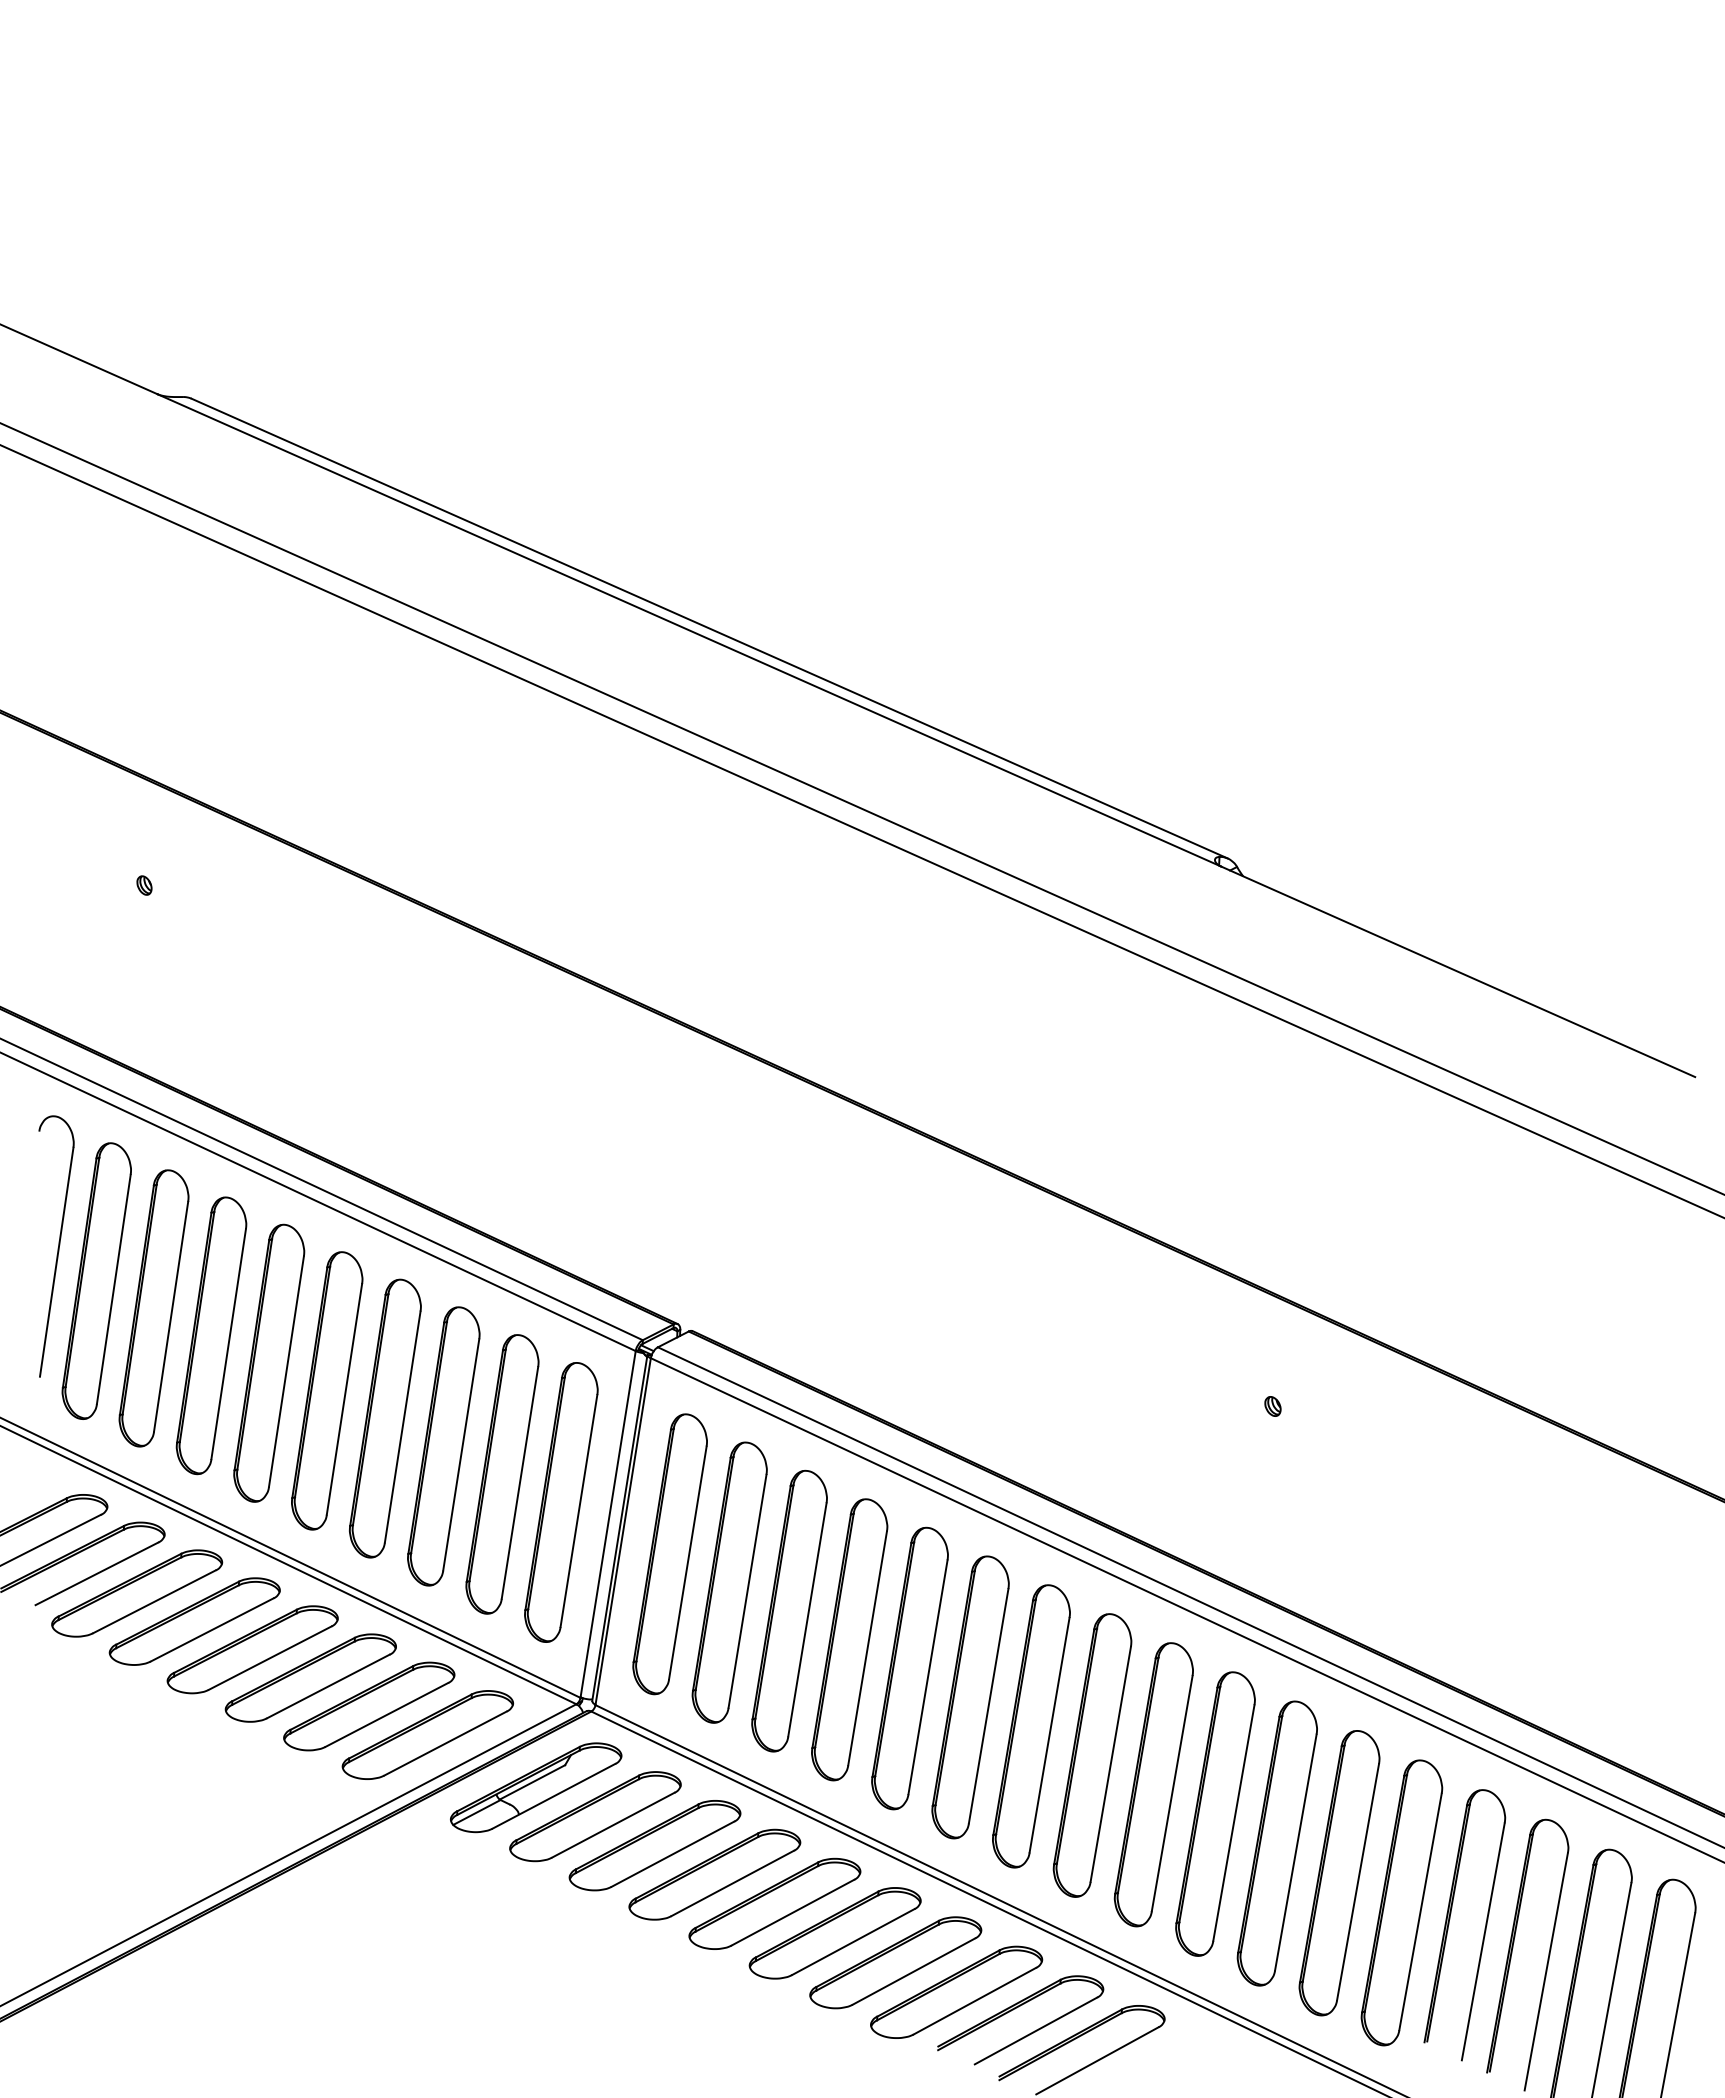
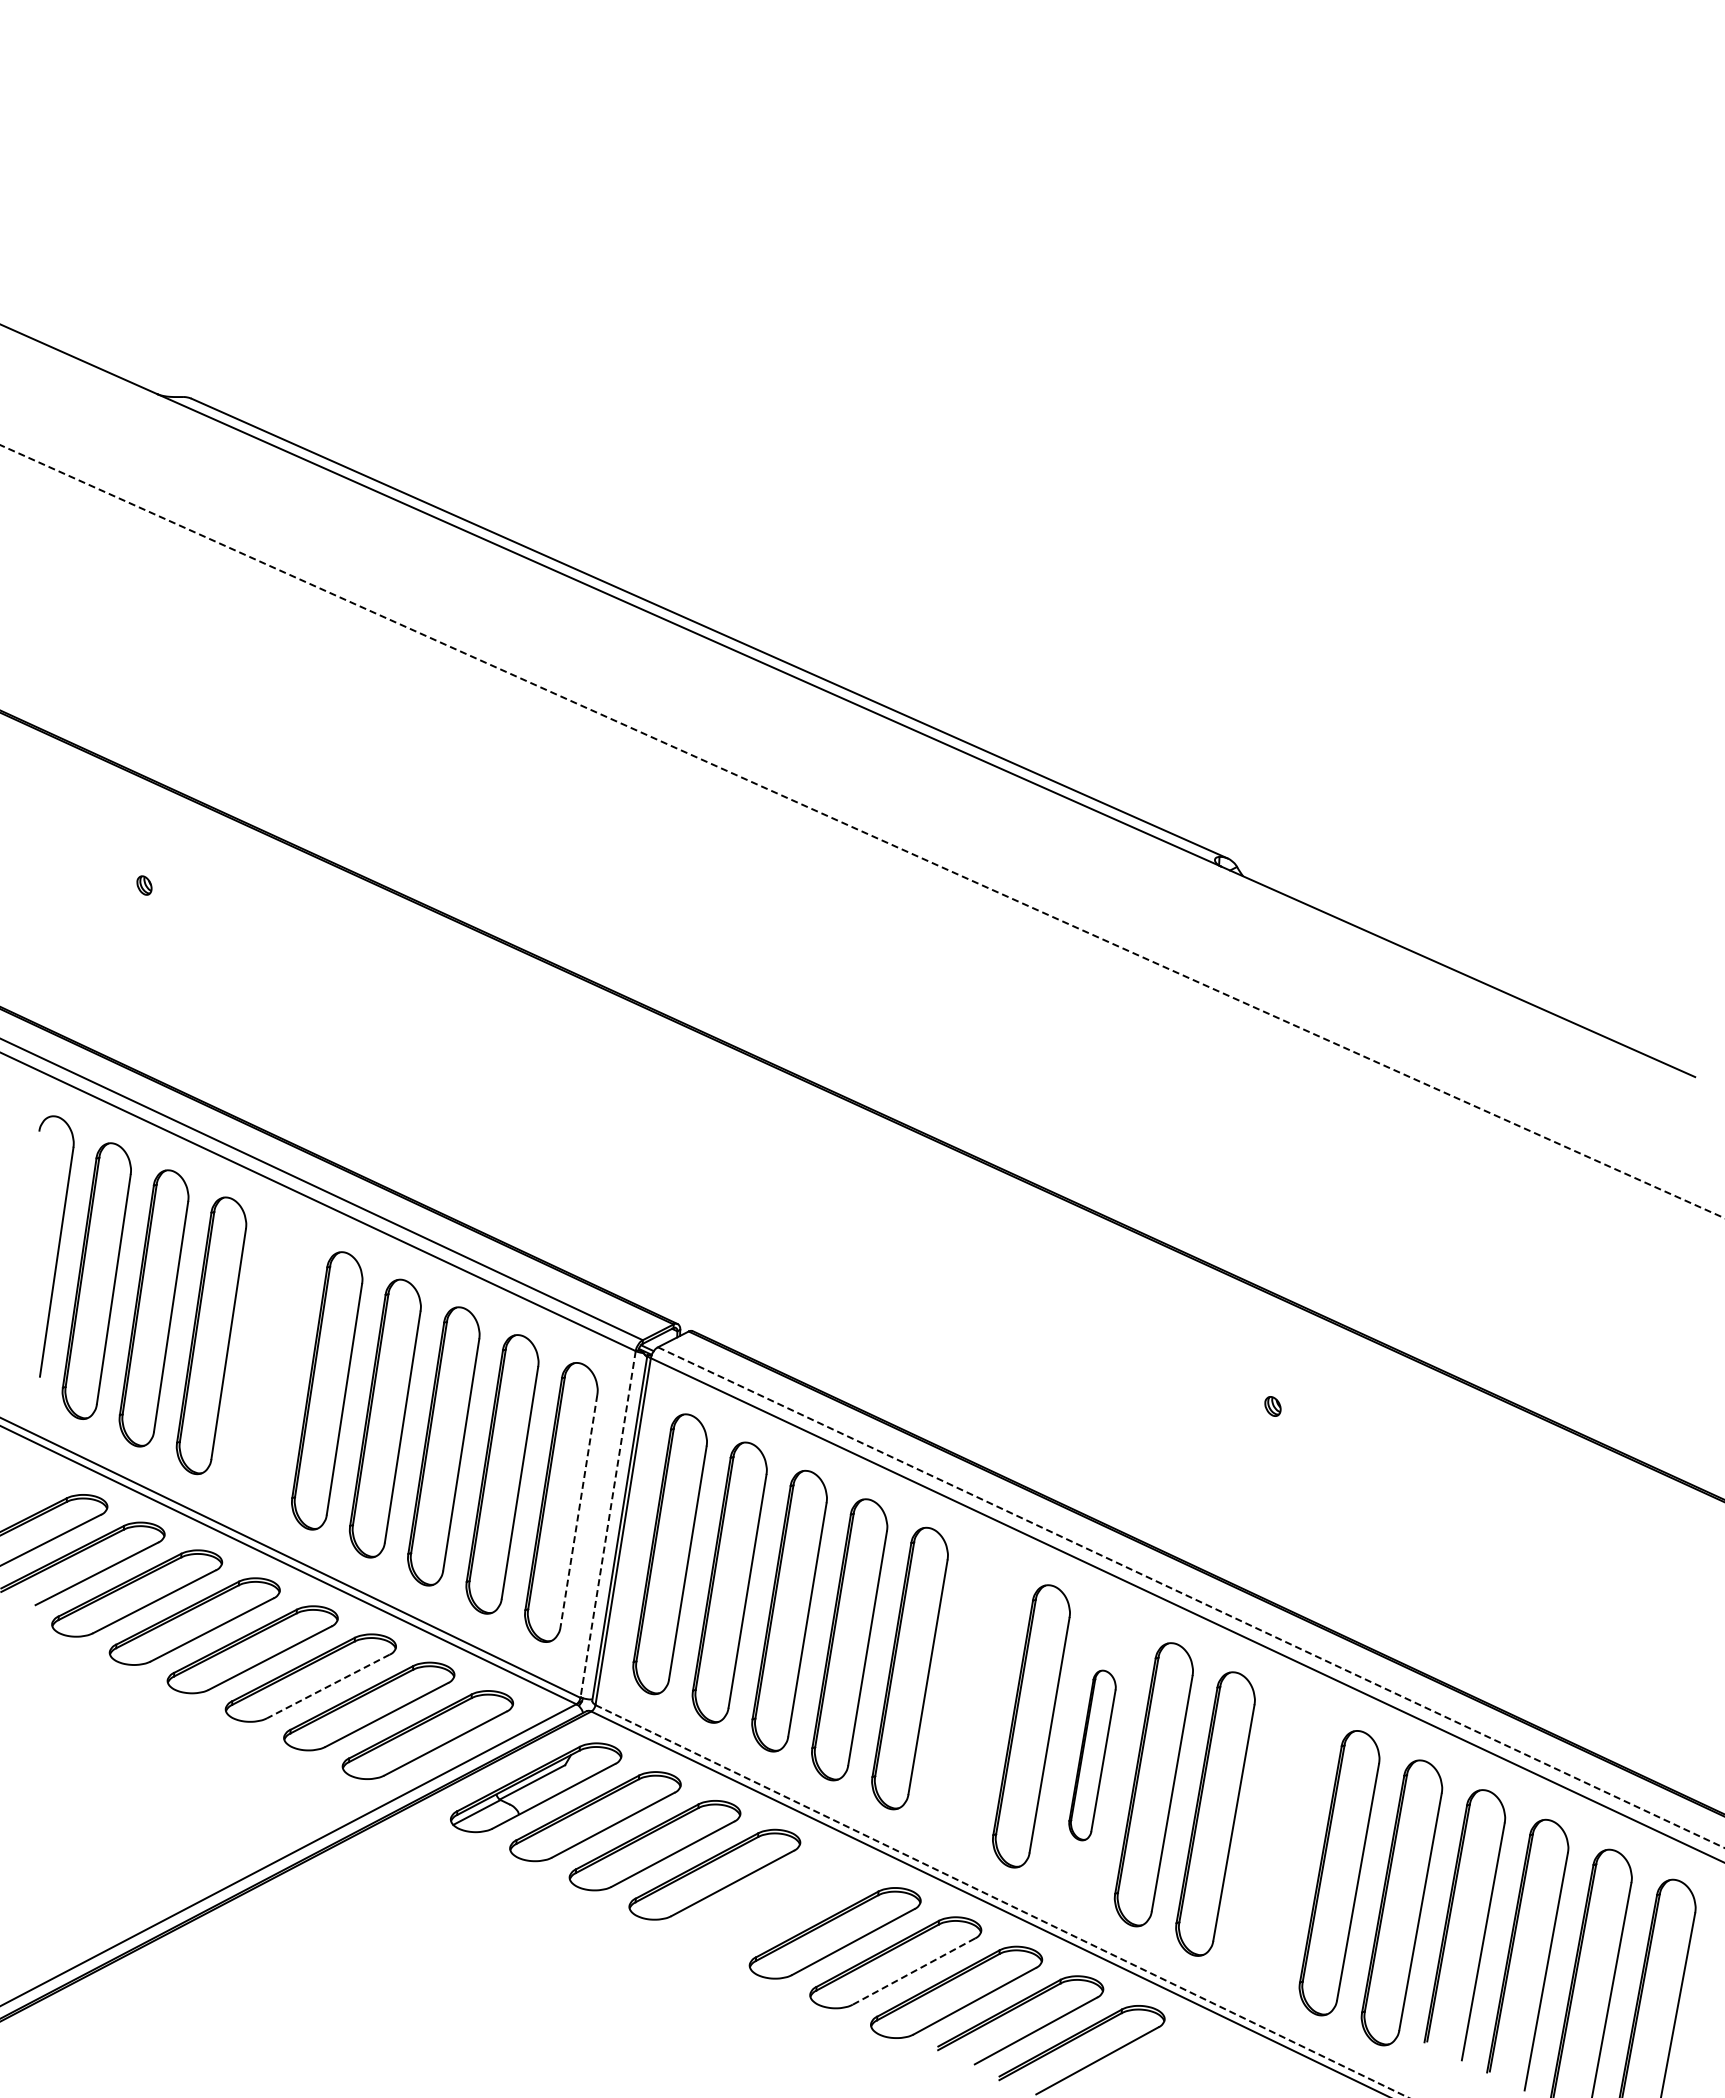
line at (861, 808): present -> none
line at (862, 831): solid -> dashed
part at (269, 1362): present -> none
line at (578, 1511): solid -> dashed
line at (608, 1524): solid -> dashed
line at (1191, 1597): solid -> dashed
line at (327, 1686): solid -> dashed
part at (970, 1697): present -> none
part at (1092, 1755) size: 81x285 px -> 49x173 px
part at (1276, 1843): present -> none
line at (1002, 1901): solid -> dashed
part at (774, 1903): present -> none
line at (913, 1971): solid -> dashed
